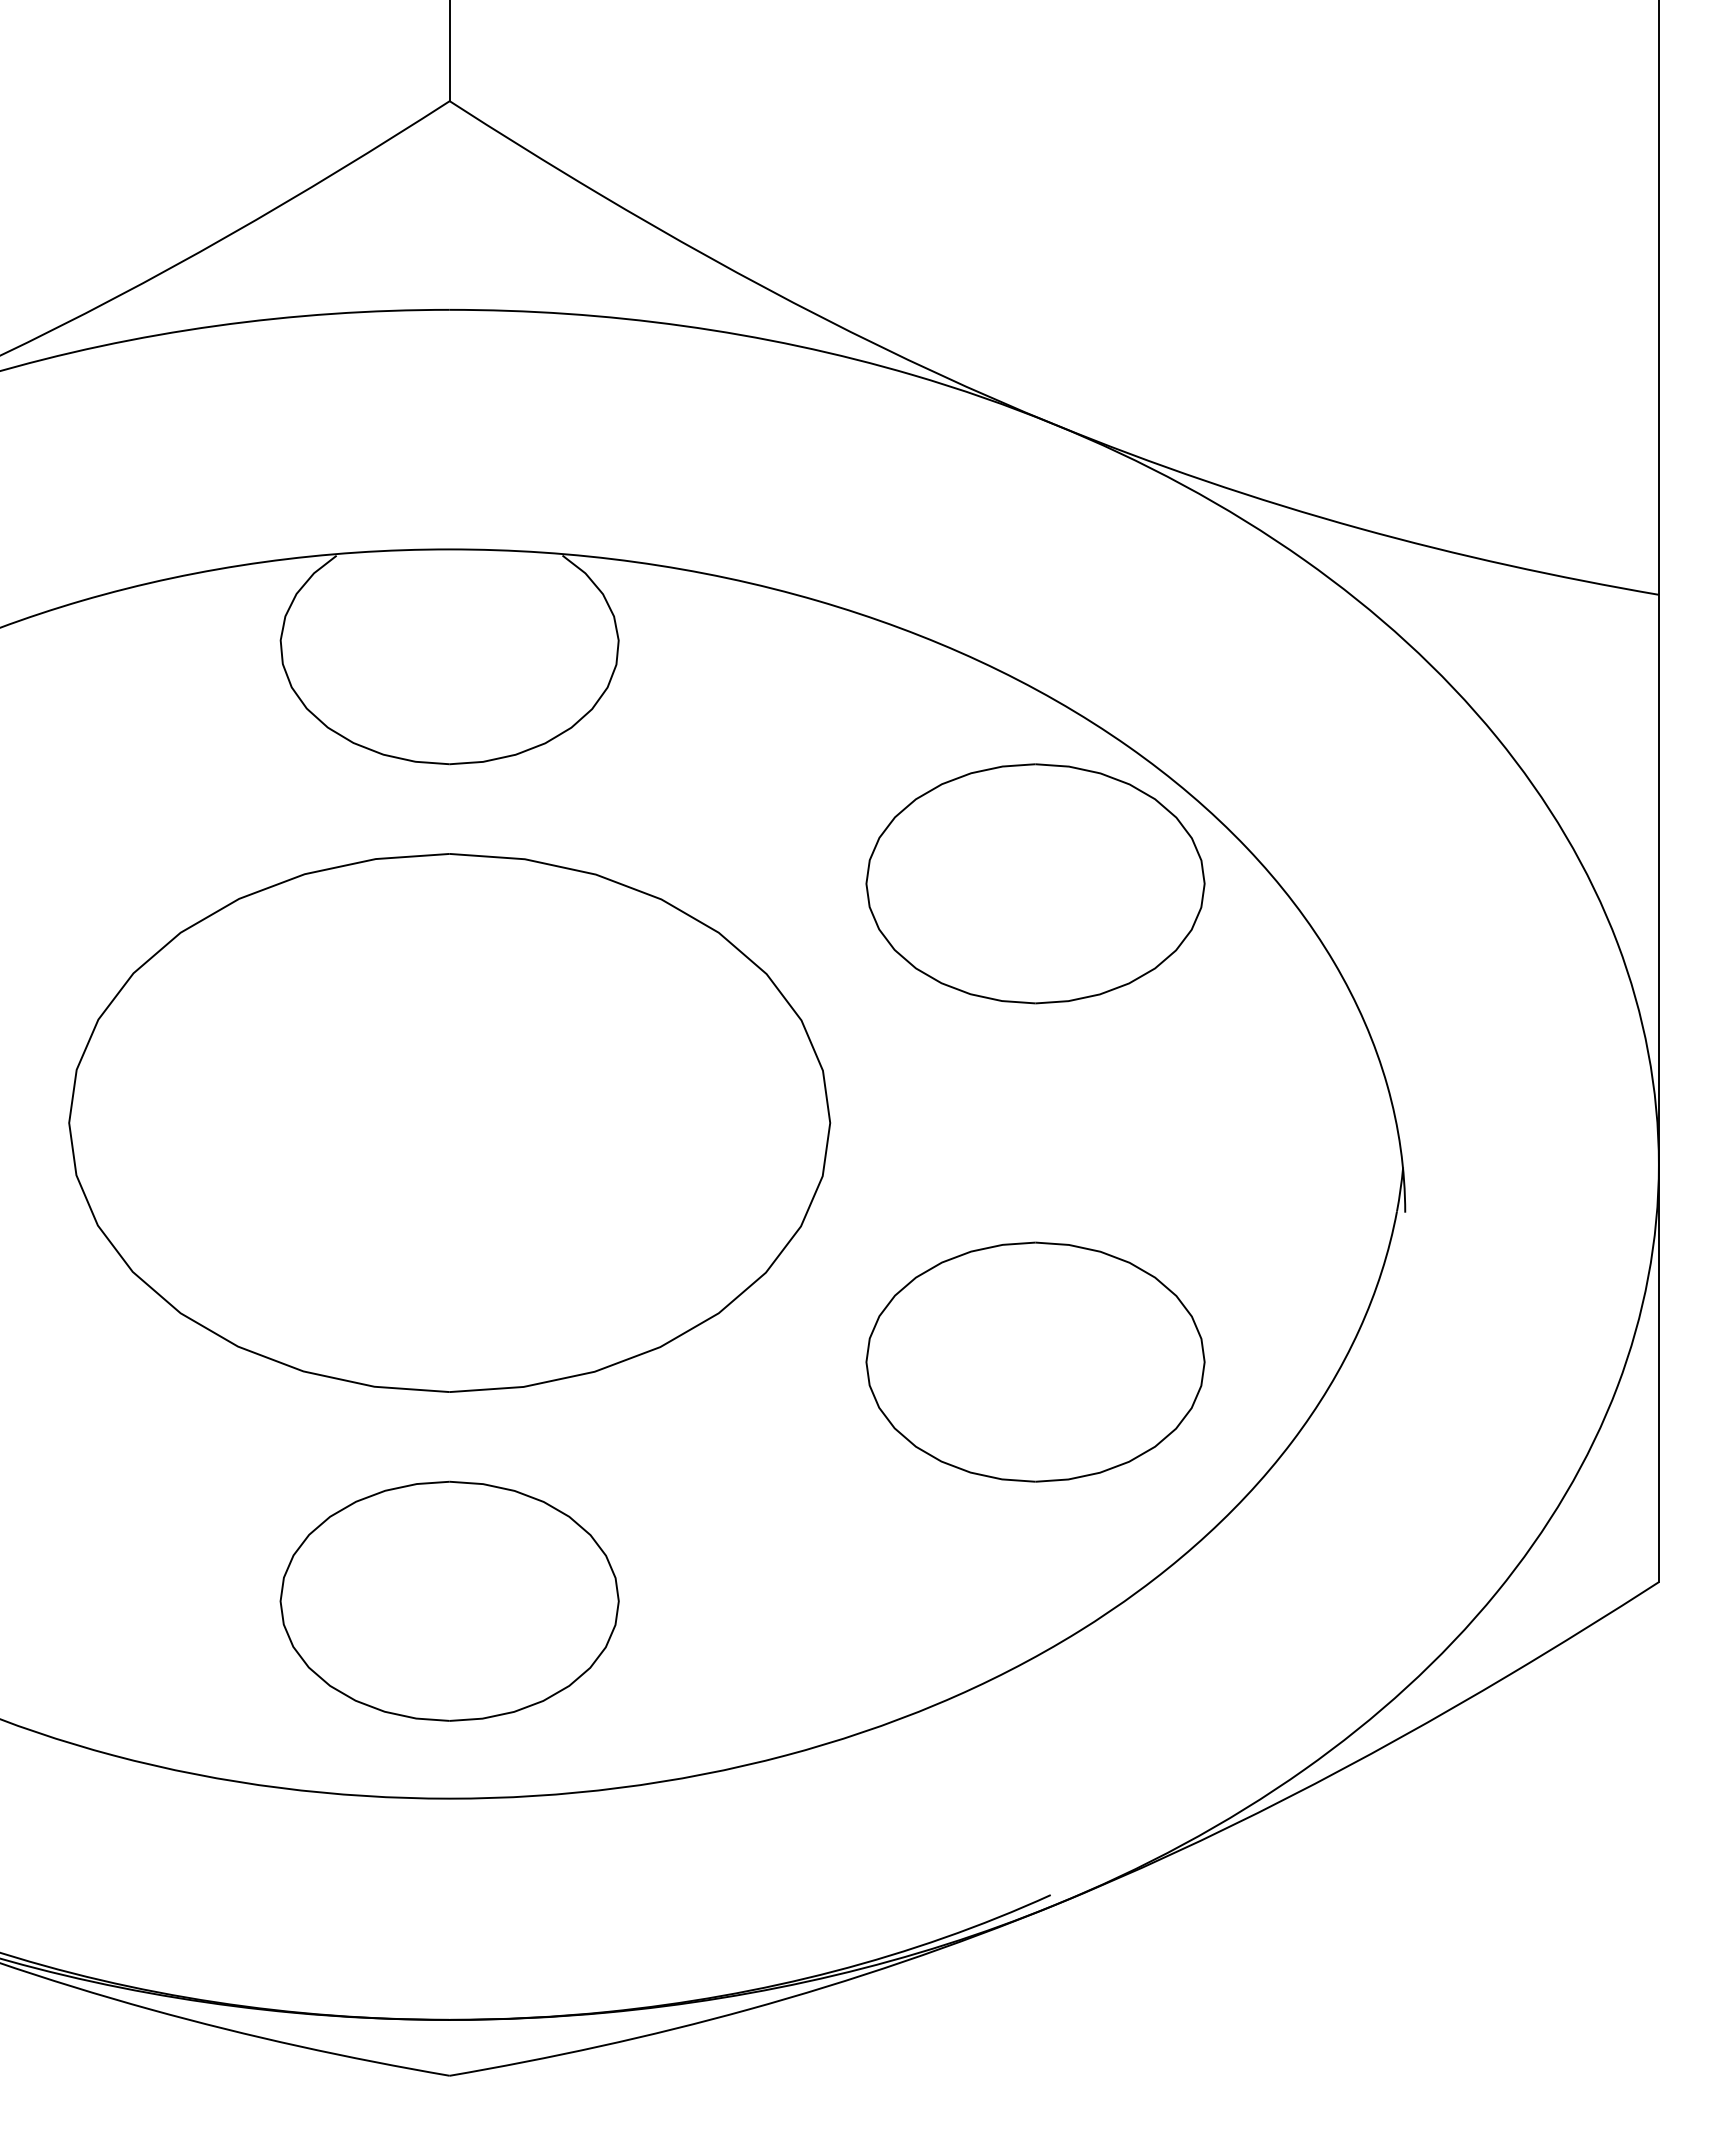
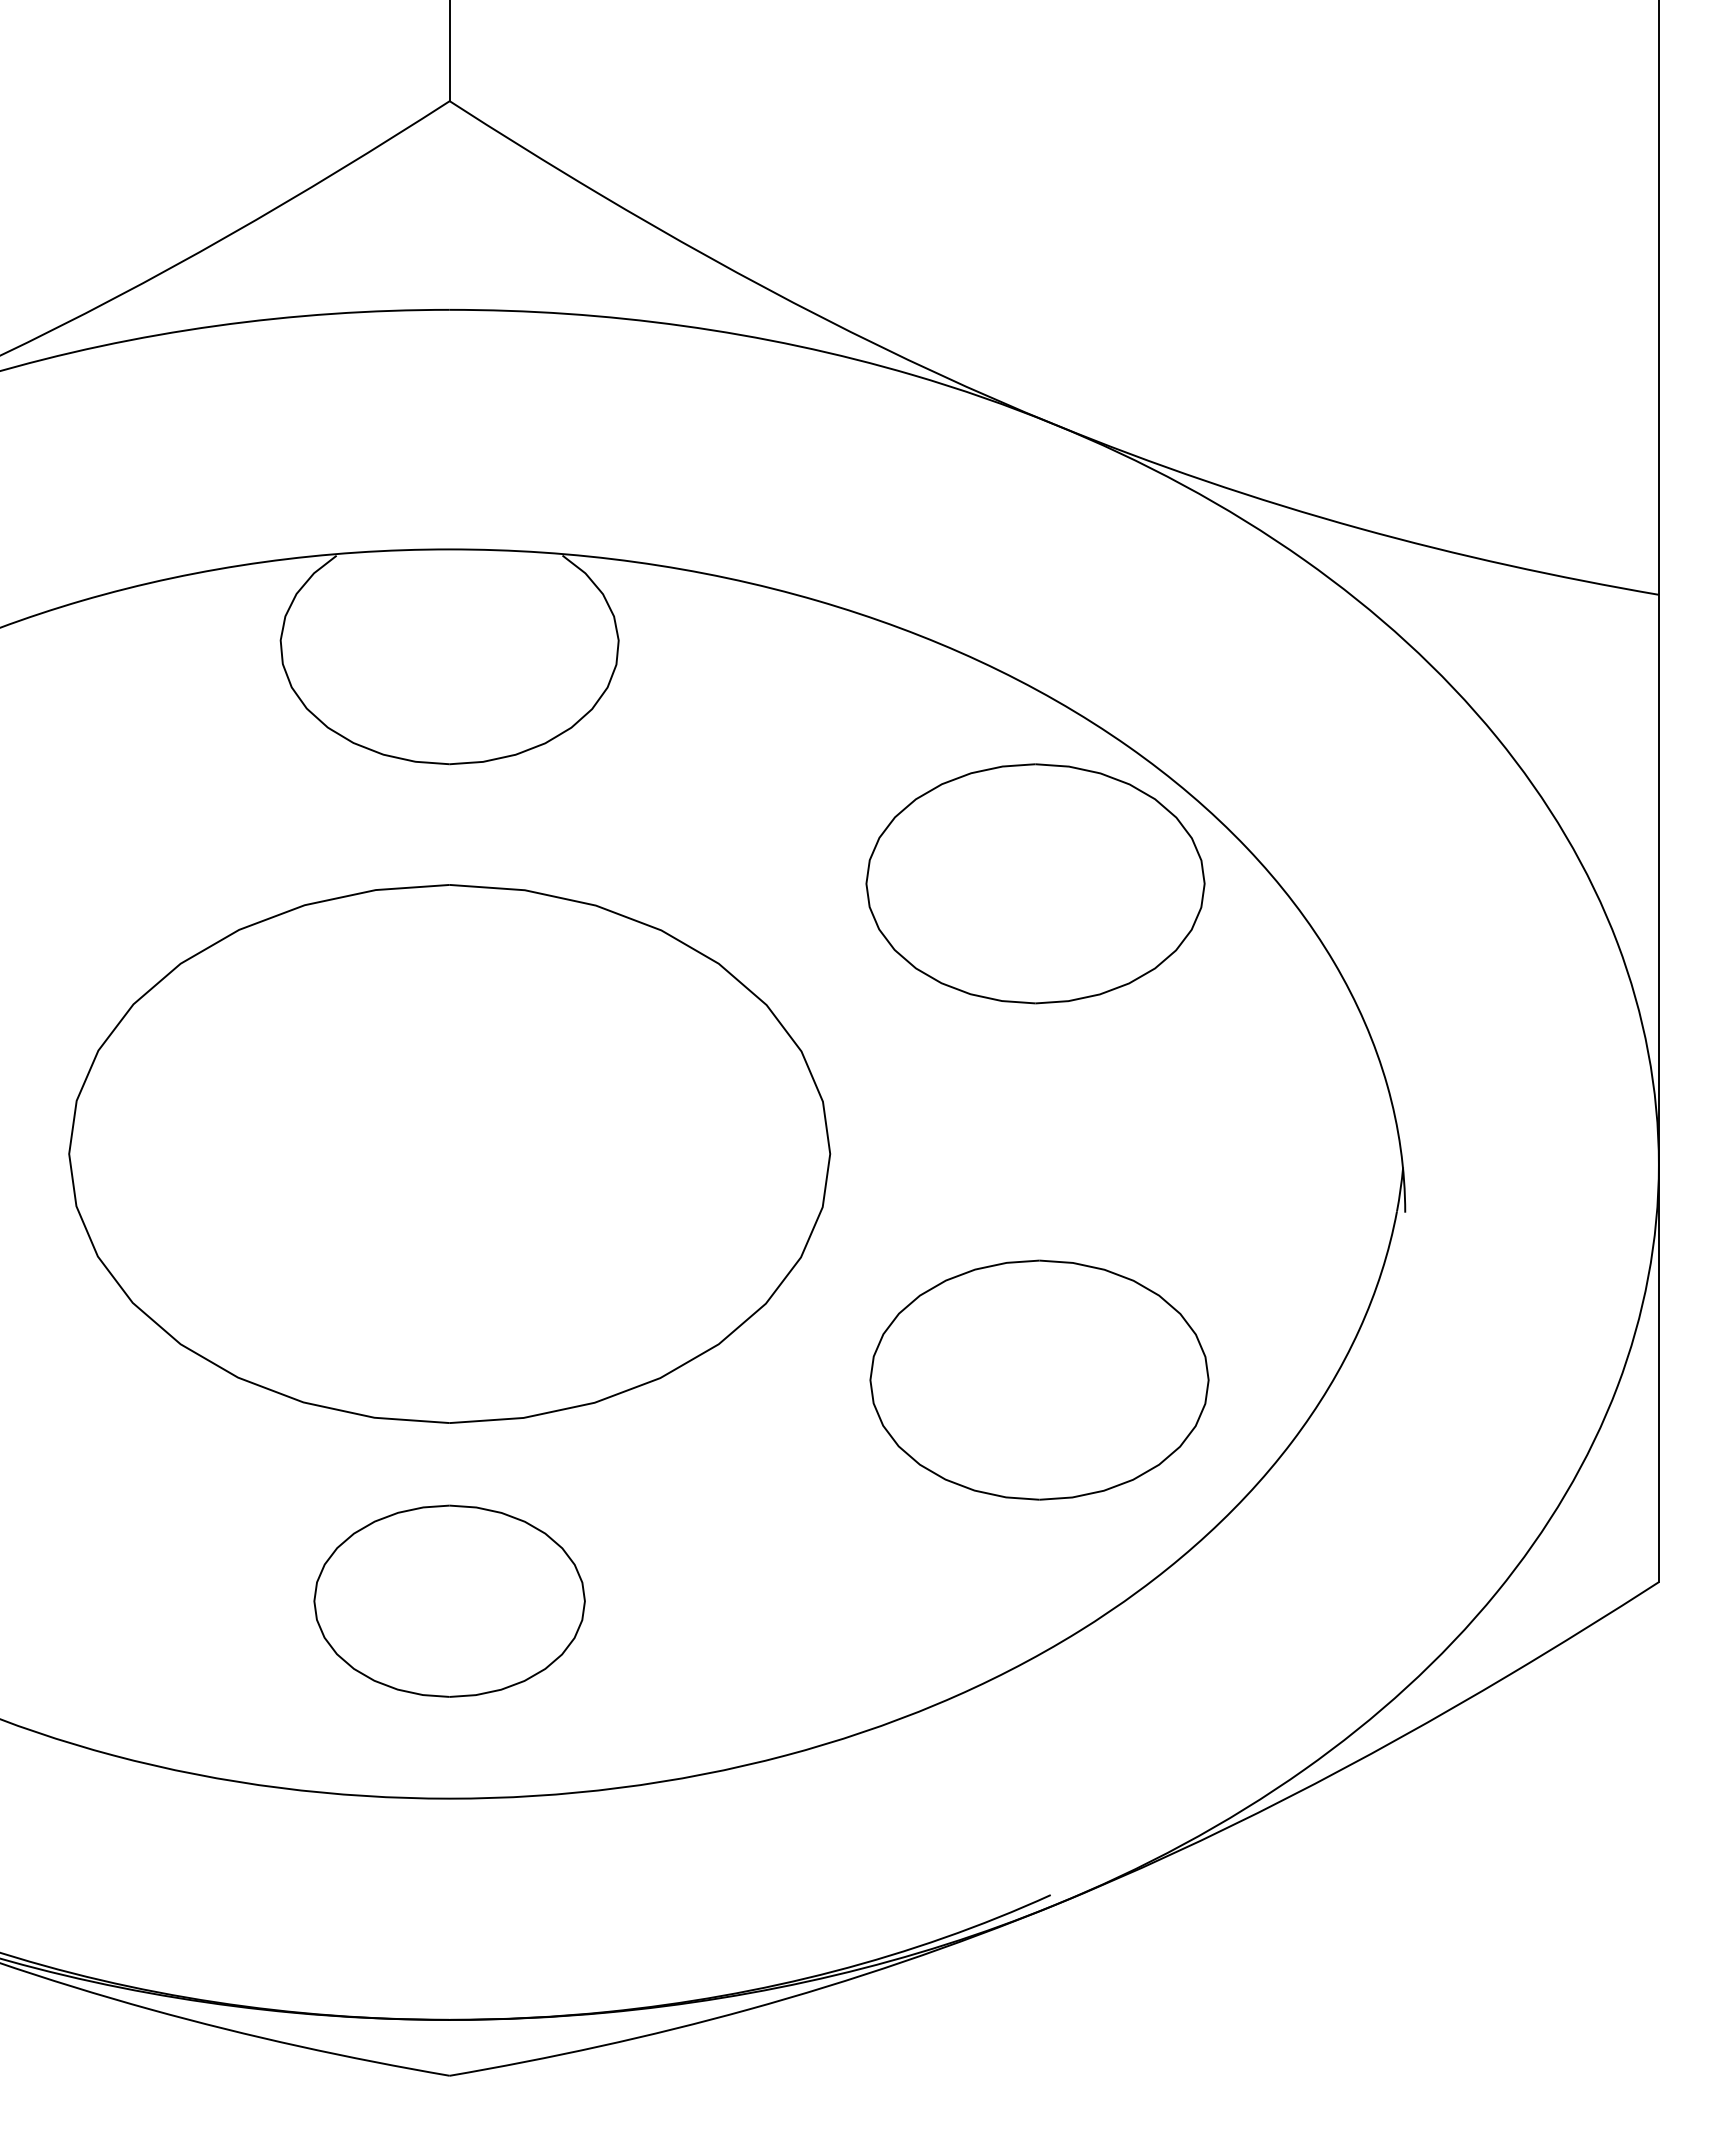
part at (449, 1122) position: (449, 1122) -> (449, 1153)
part at (1035, 1361) position: (1035, 1361) -> (1039, 1379)
part at (449, 1600) size: 341x242 px -> 273x194 px
